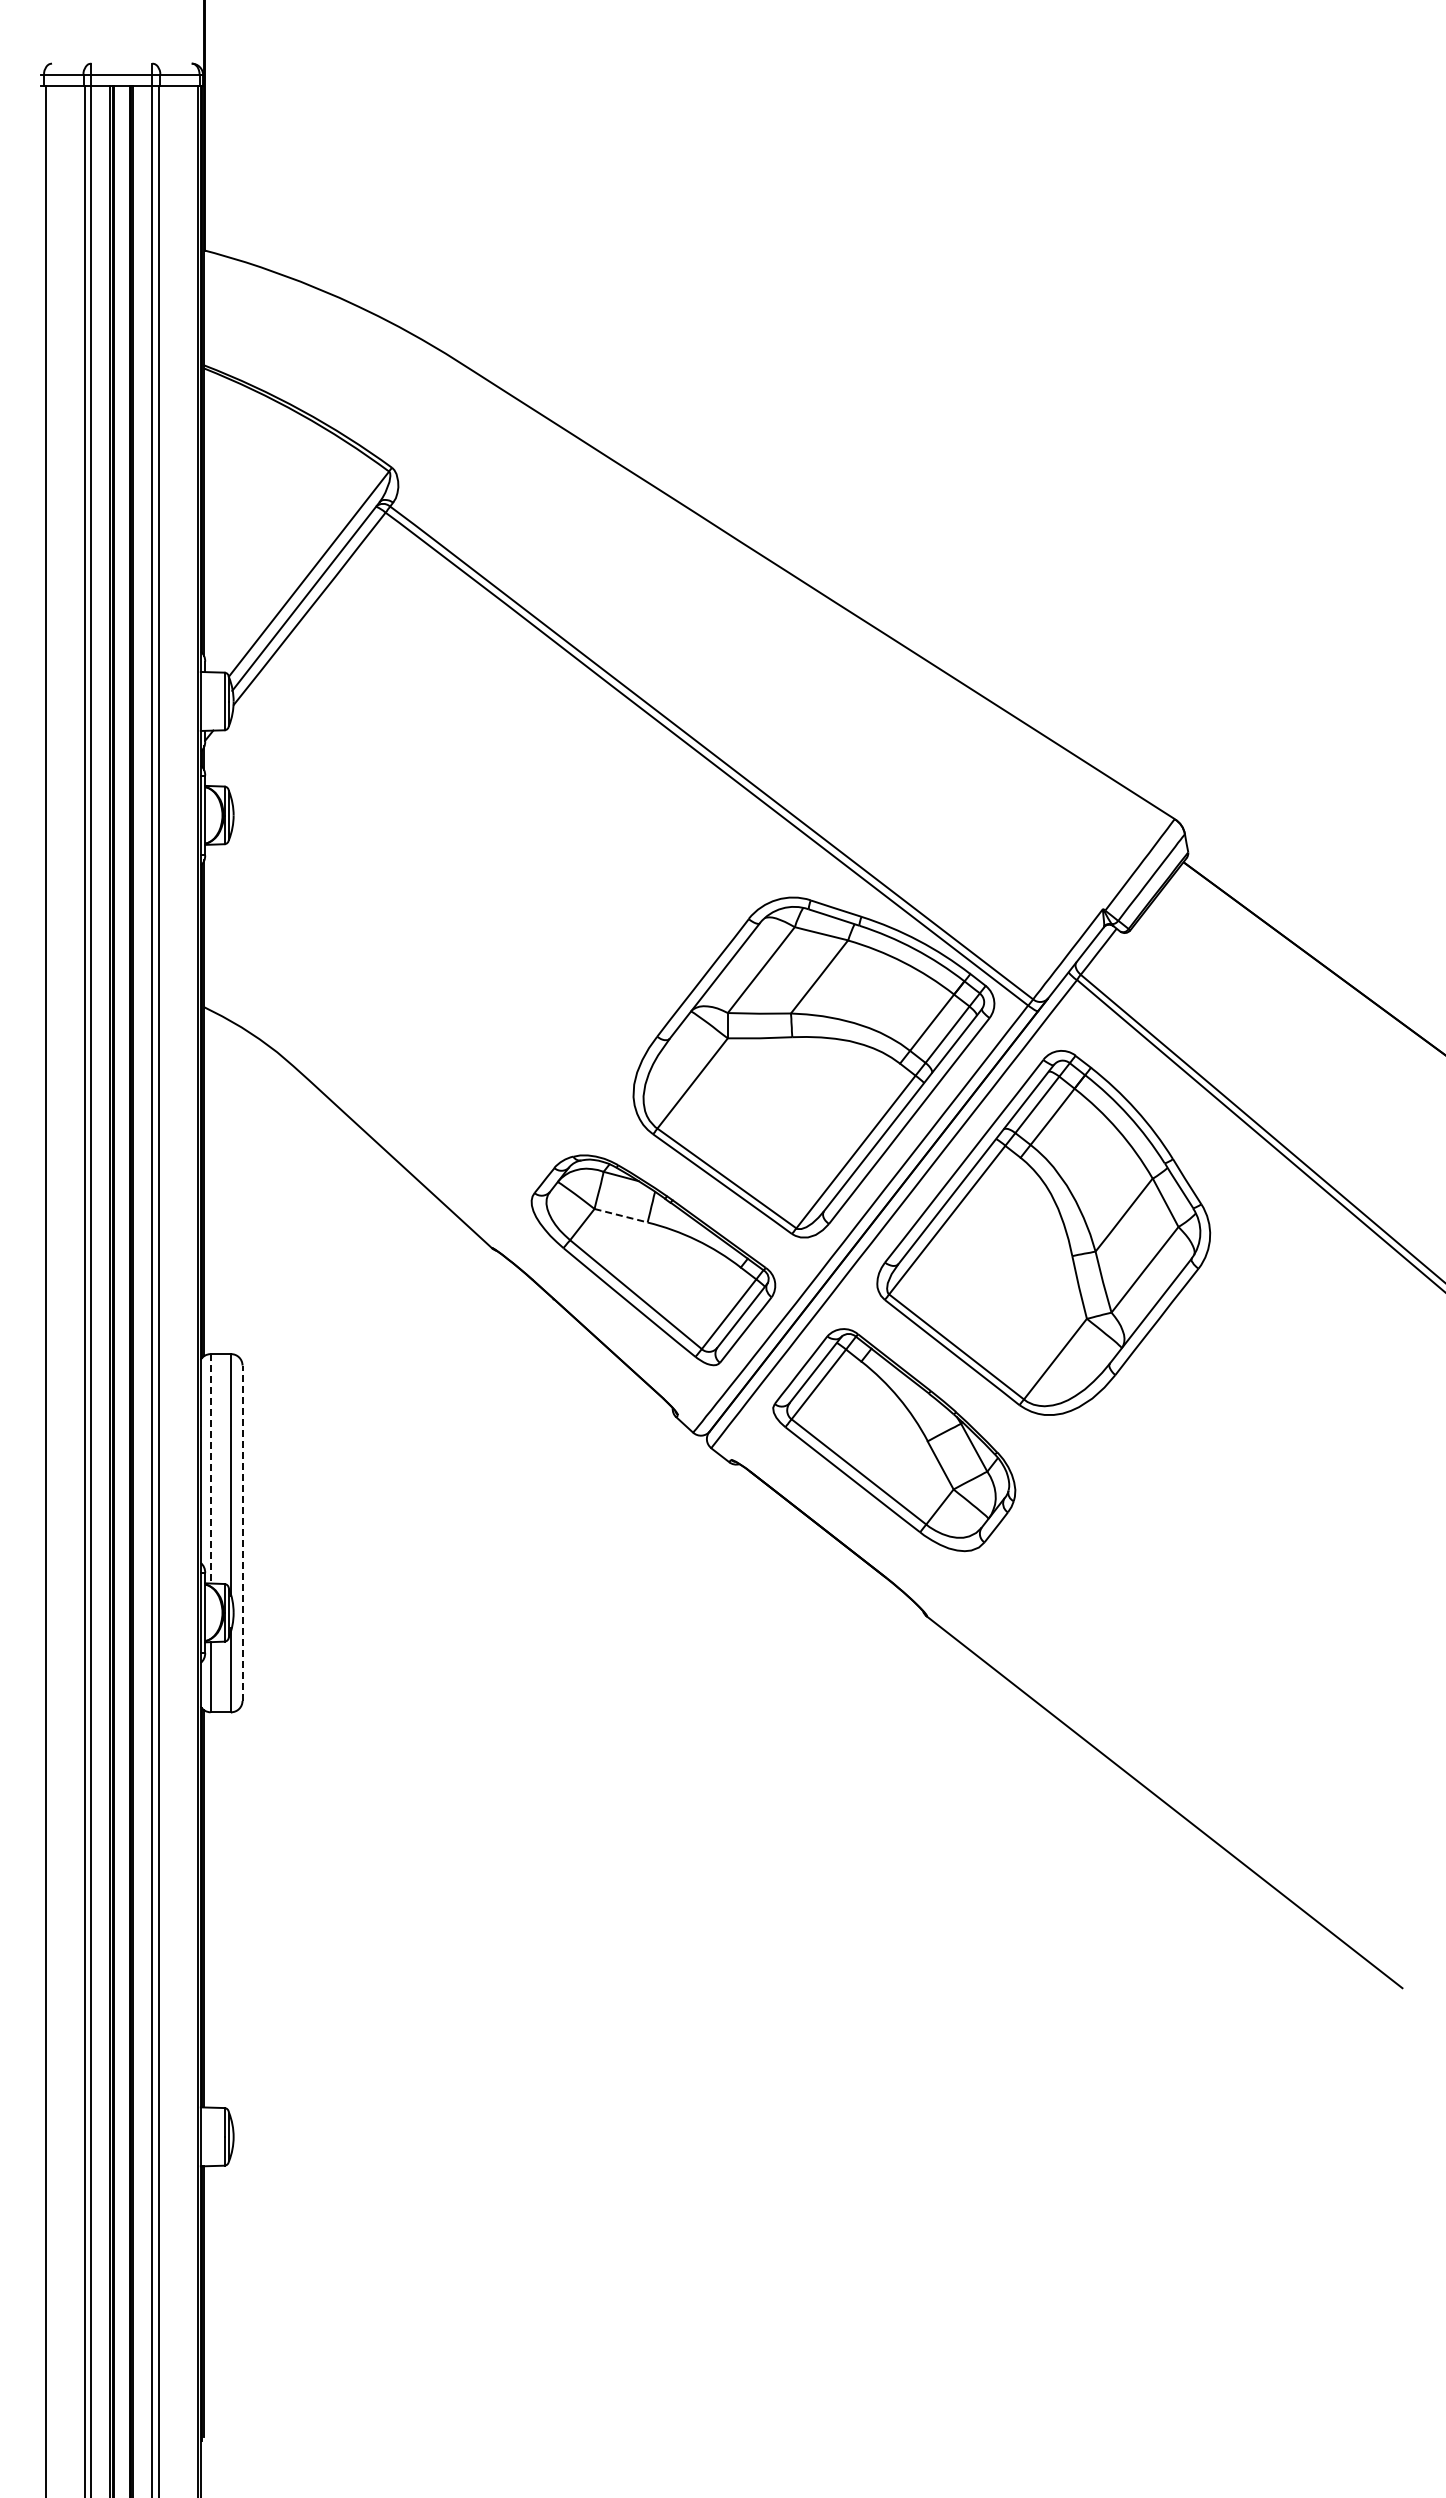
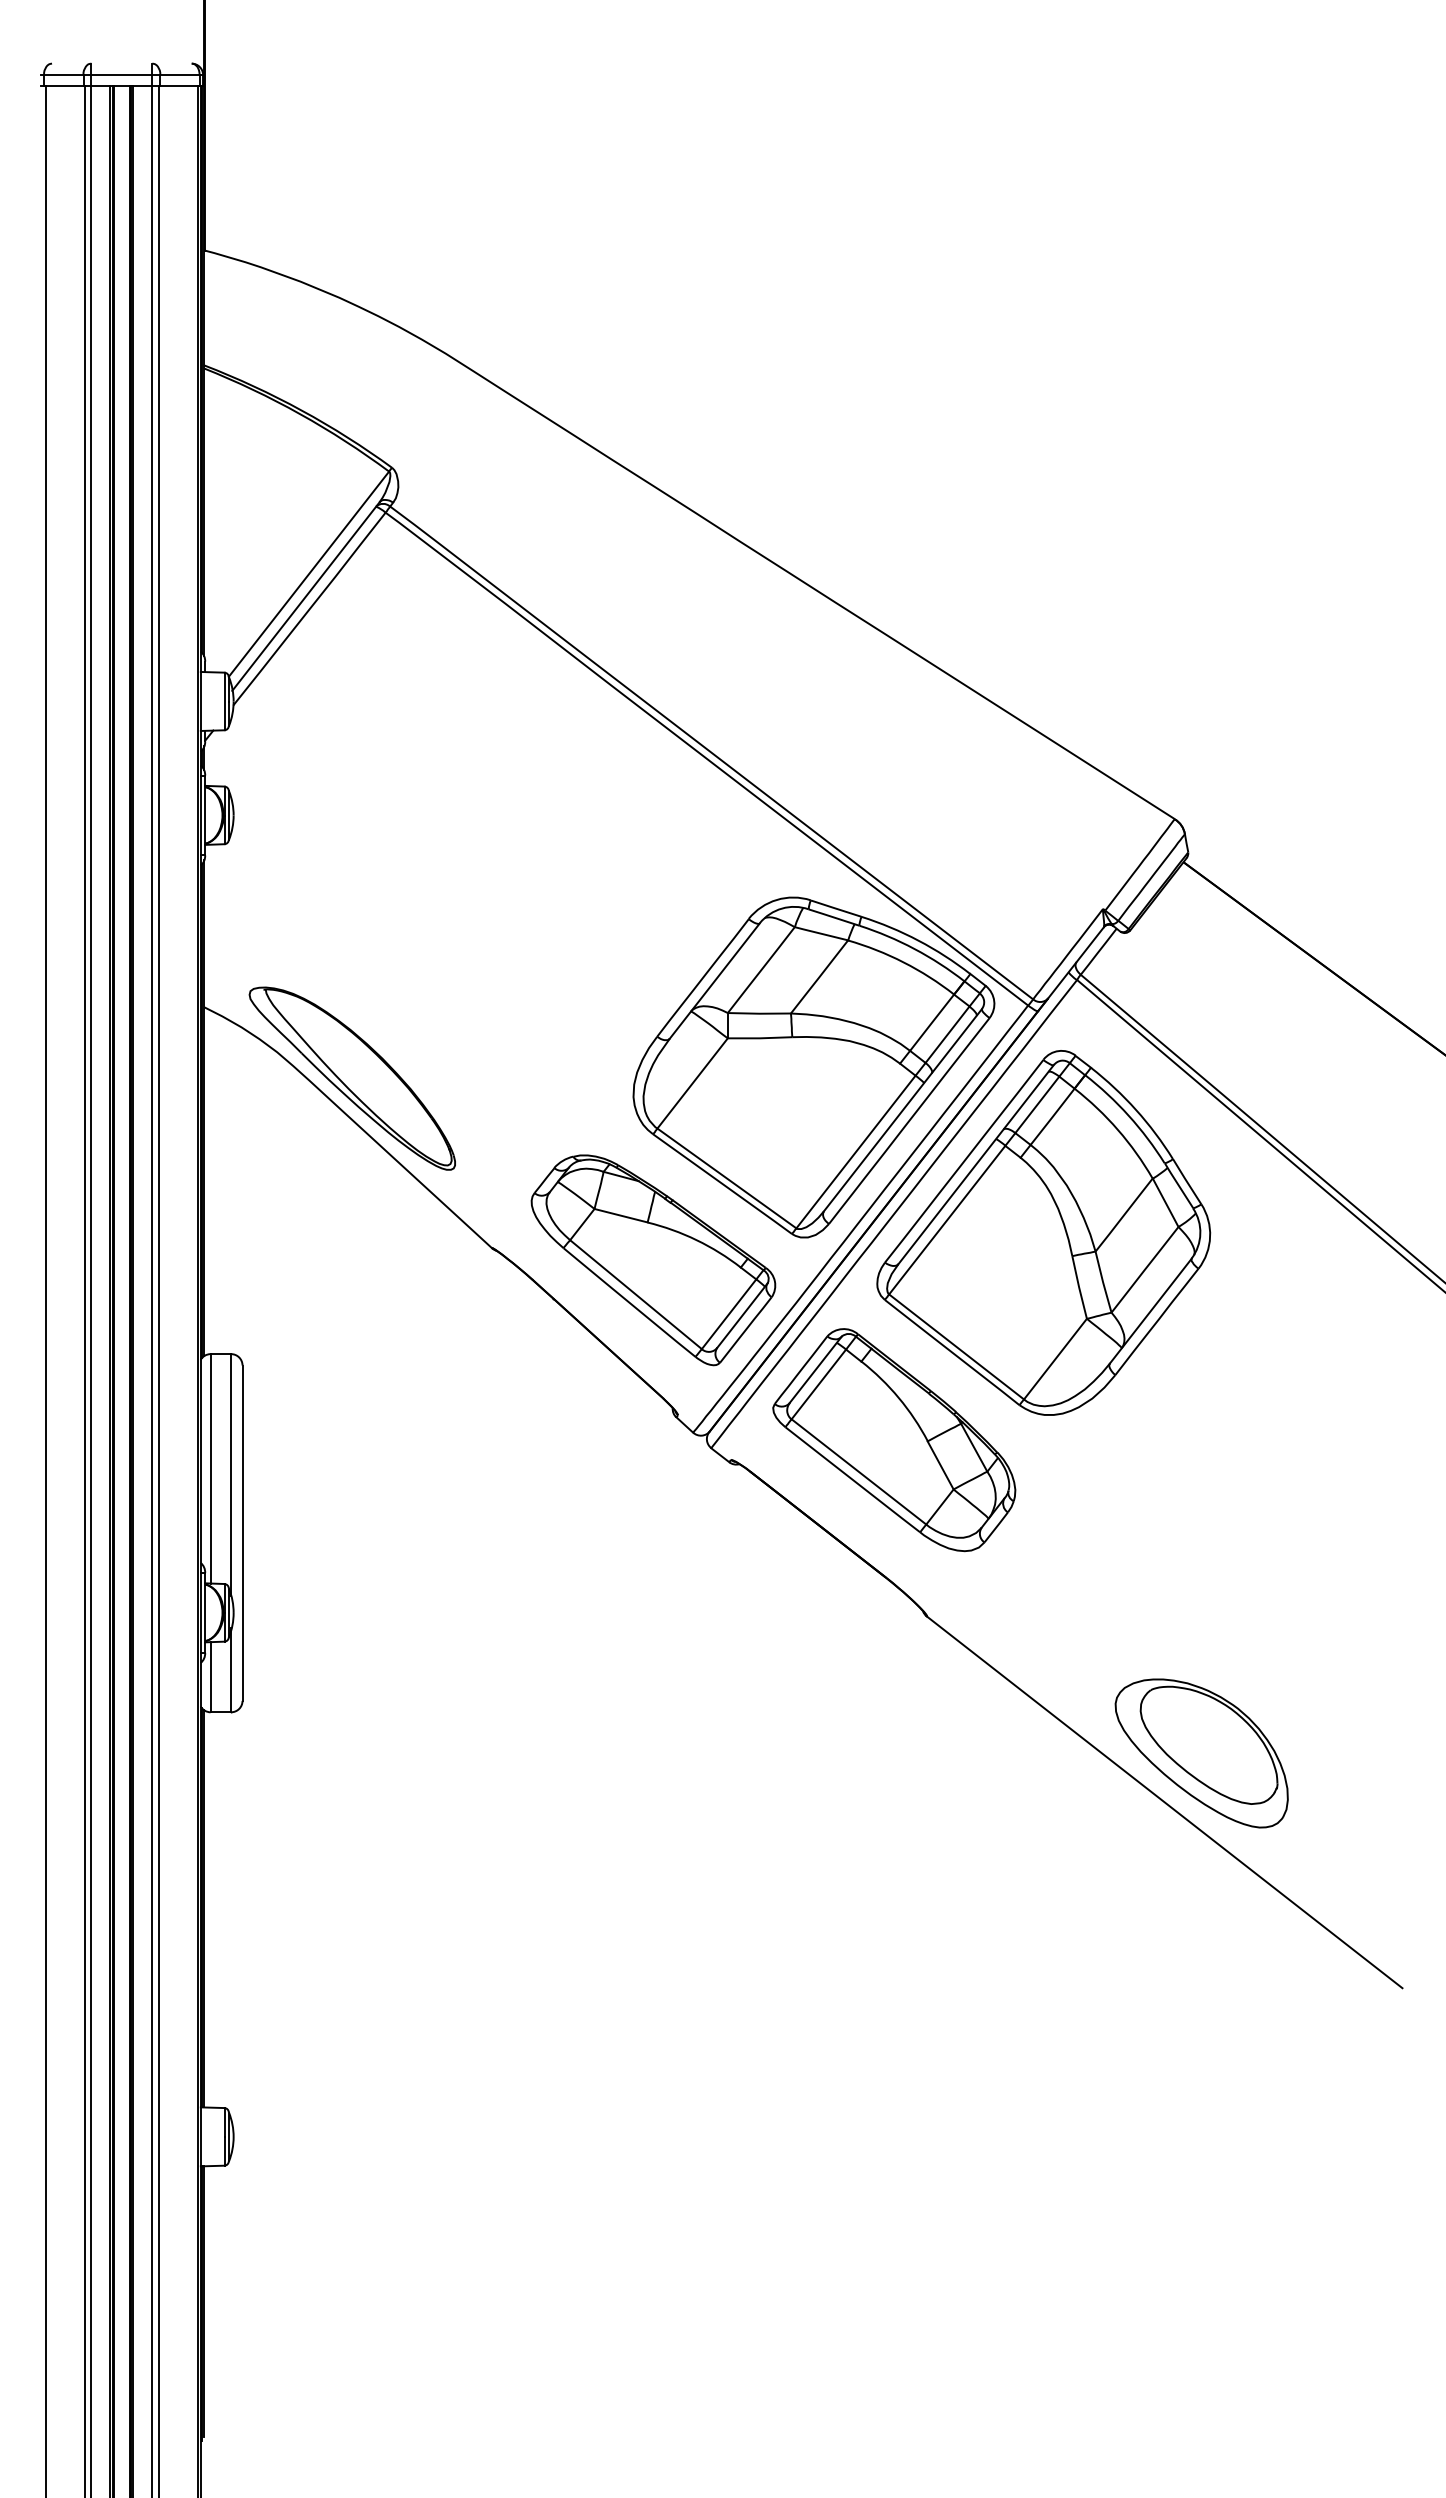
part at (351, 1078): none -> present
line at (621, 1215): dashed -> solid
line at (210, 1468): dashed -> solid
line at (242, 1533): dashed -> solid
part at (1201, 1753): none -> present
